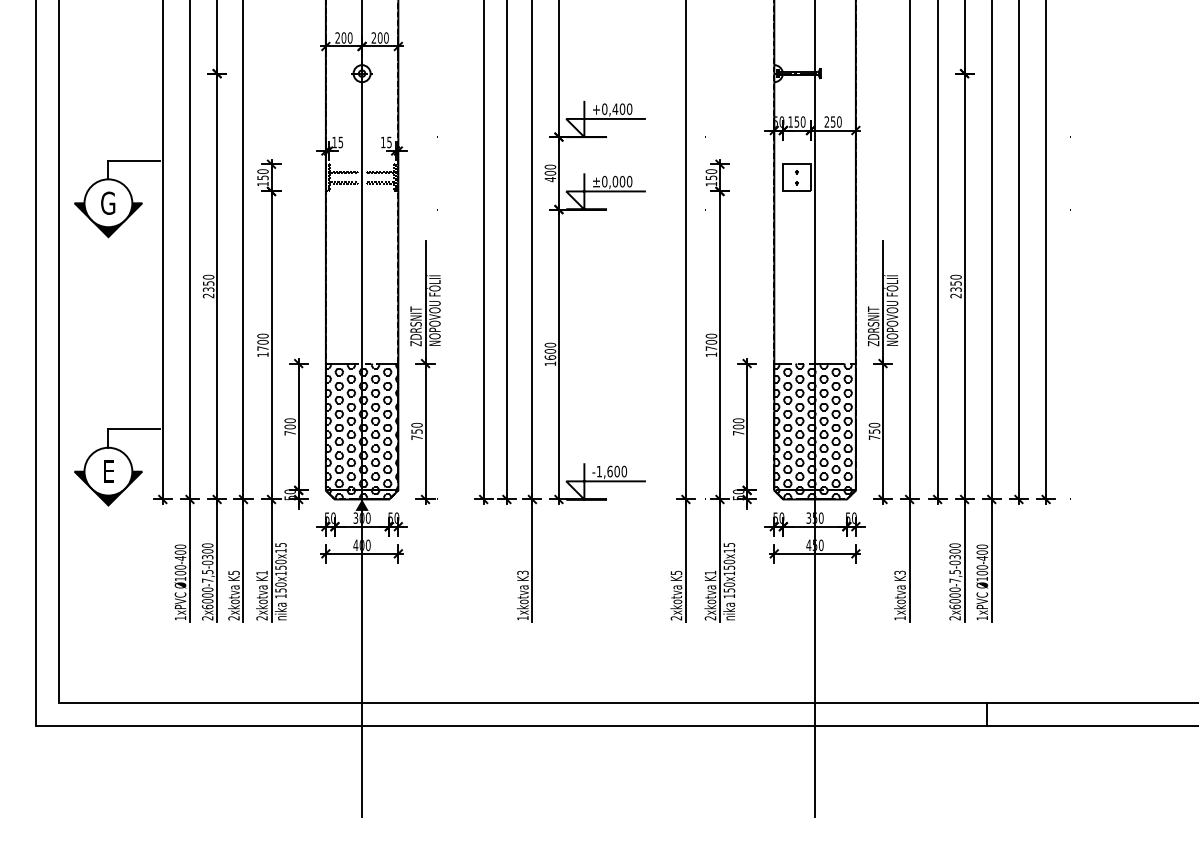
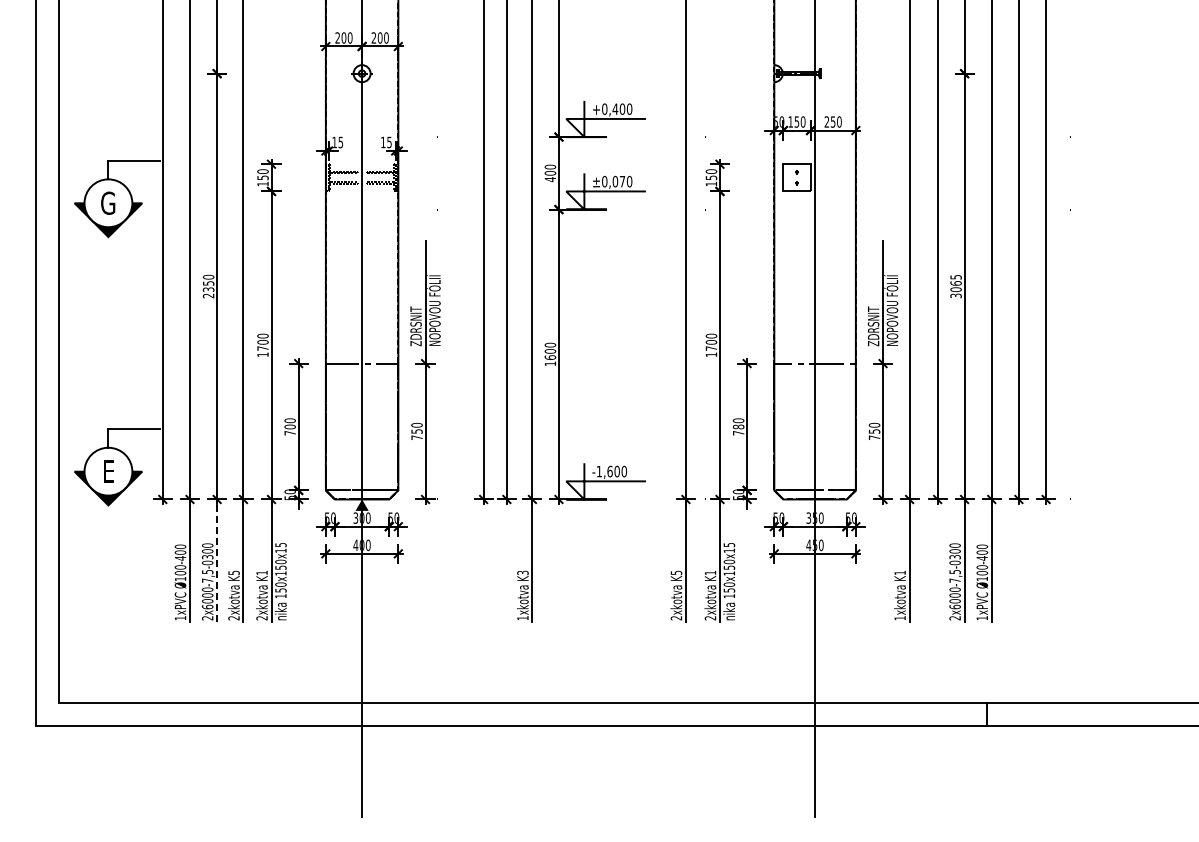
text at (622, 181): ±0,000 -> ±0,070
text at (955, 286): 2350 -> 3065
text at (738, 426): 700 -> 780
hatch at (361, 431): present -> none
hatch at (813, 431): present -> none
line at (217, 560): solid -> dashed
text at (899, 572): K3 -> K1
